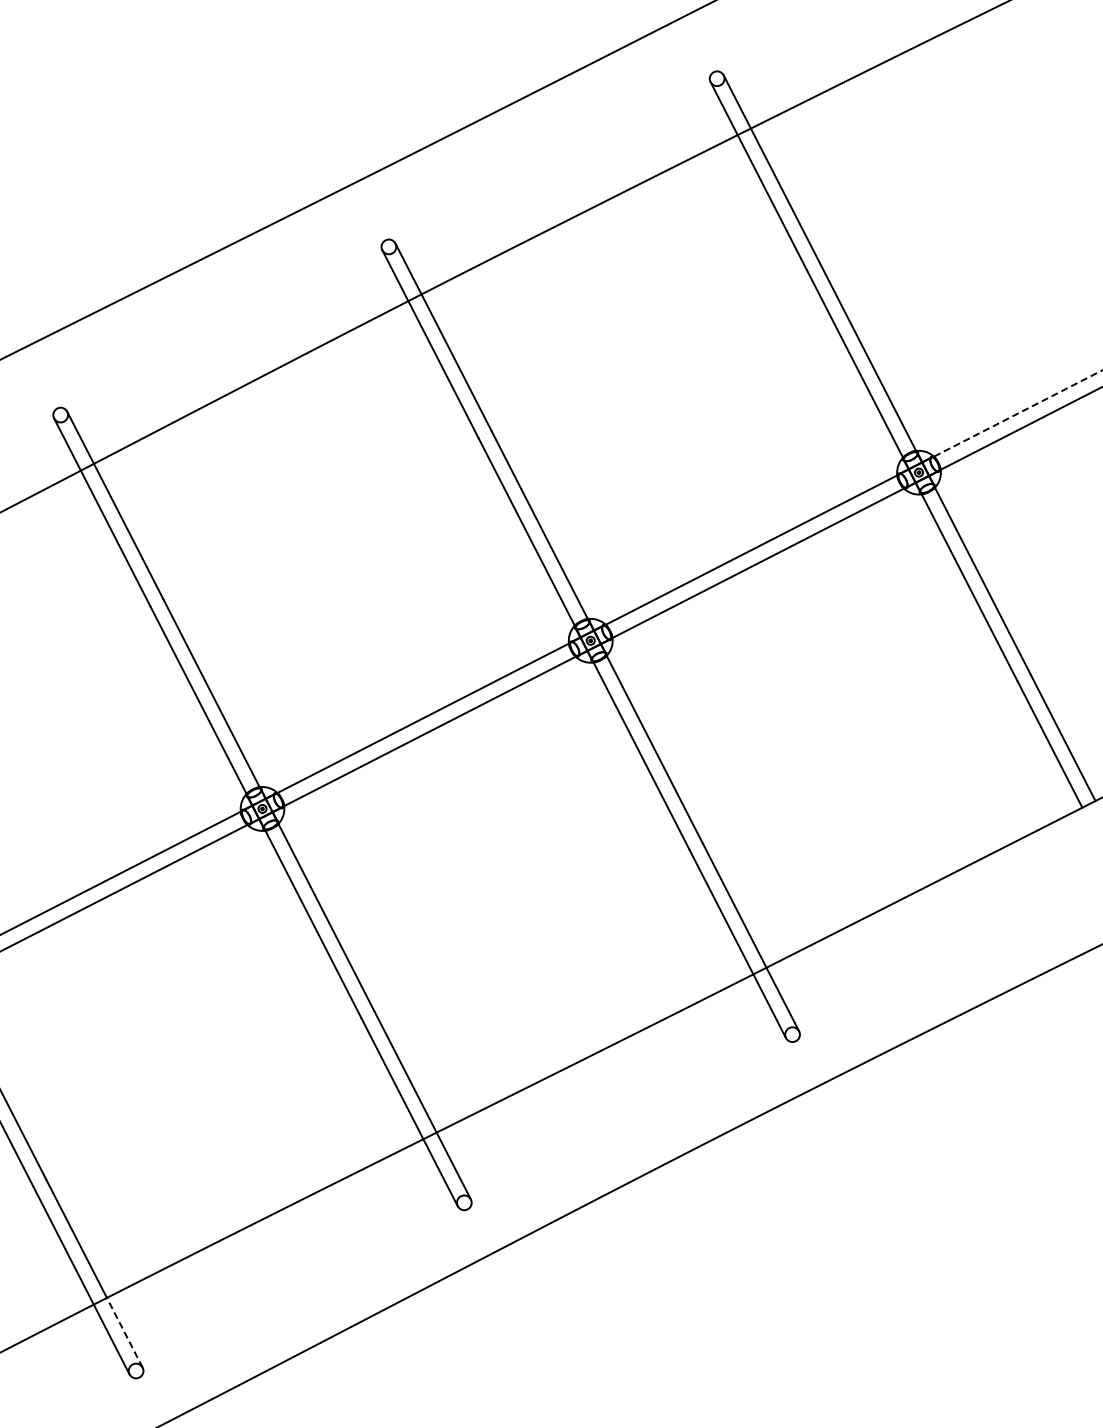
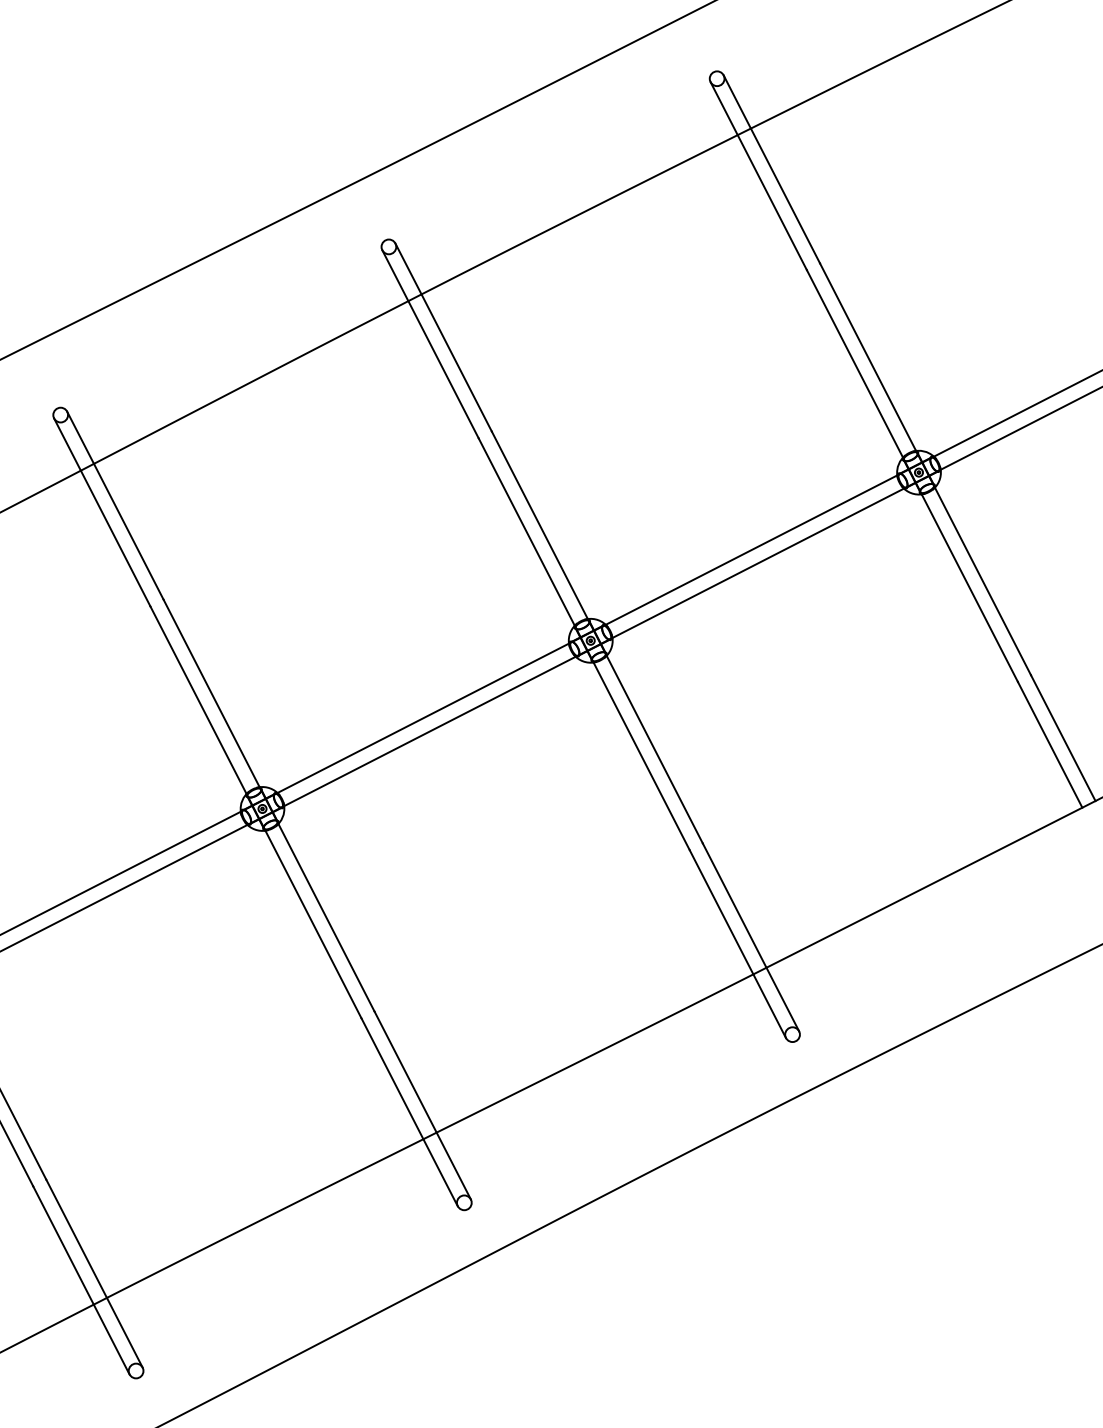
line at (1016, 414): dashed -> solid
line at (124, 1332): dashed -> solid
